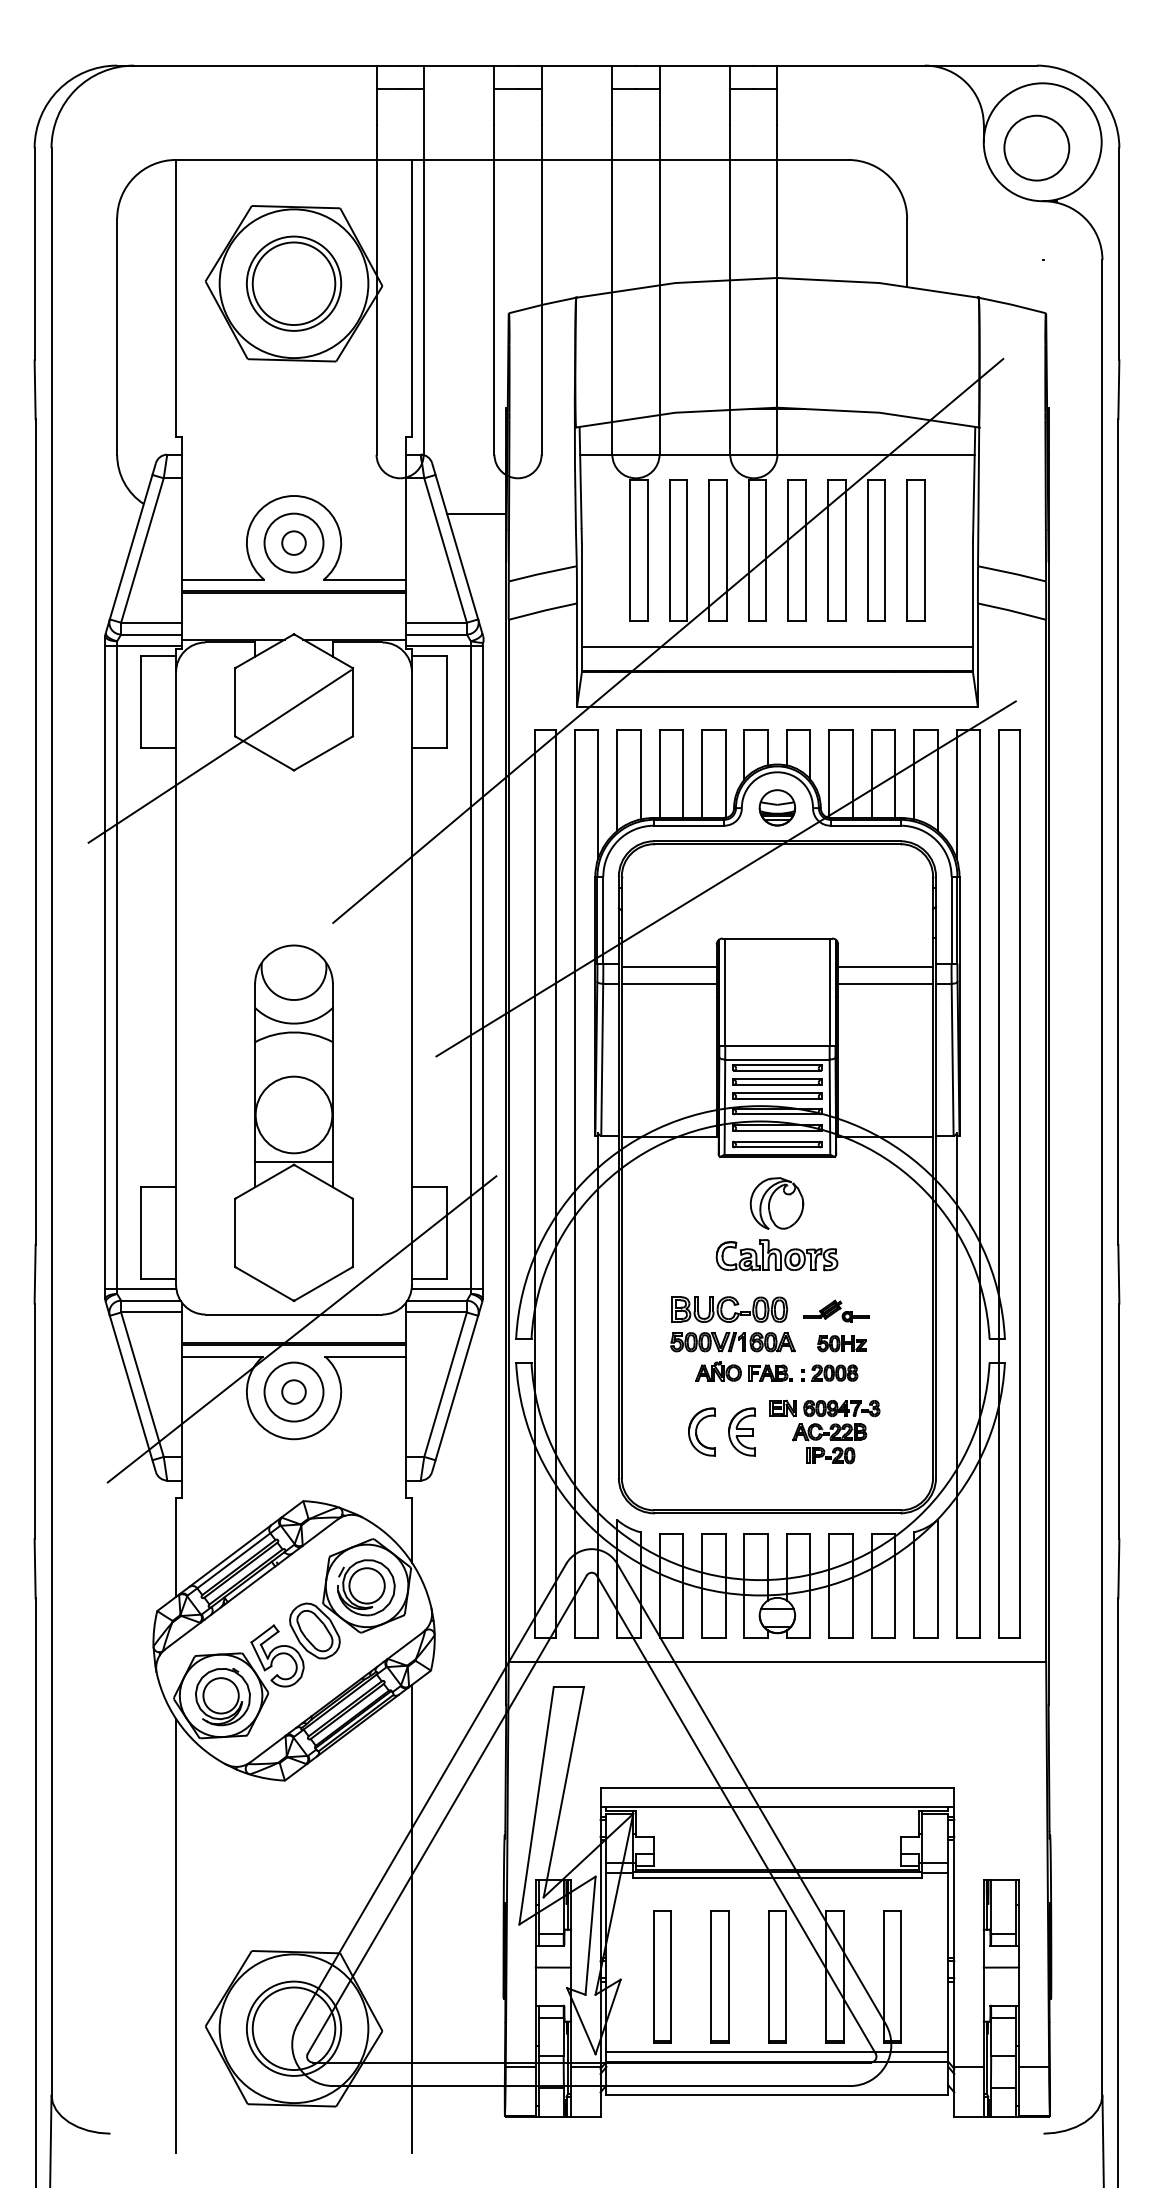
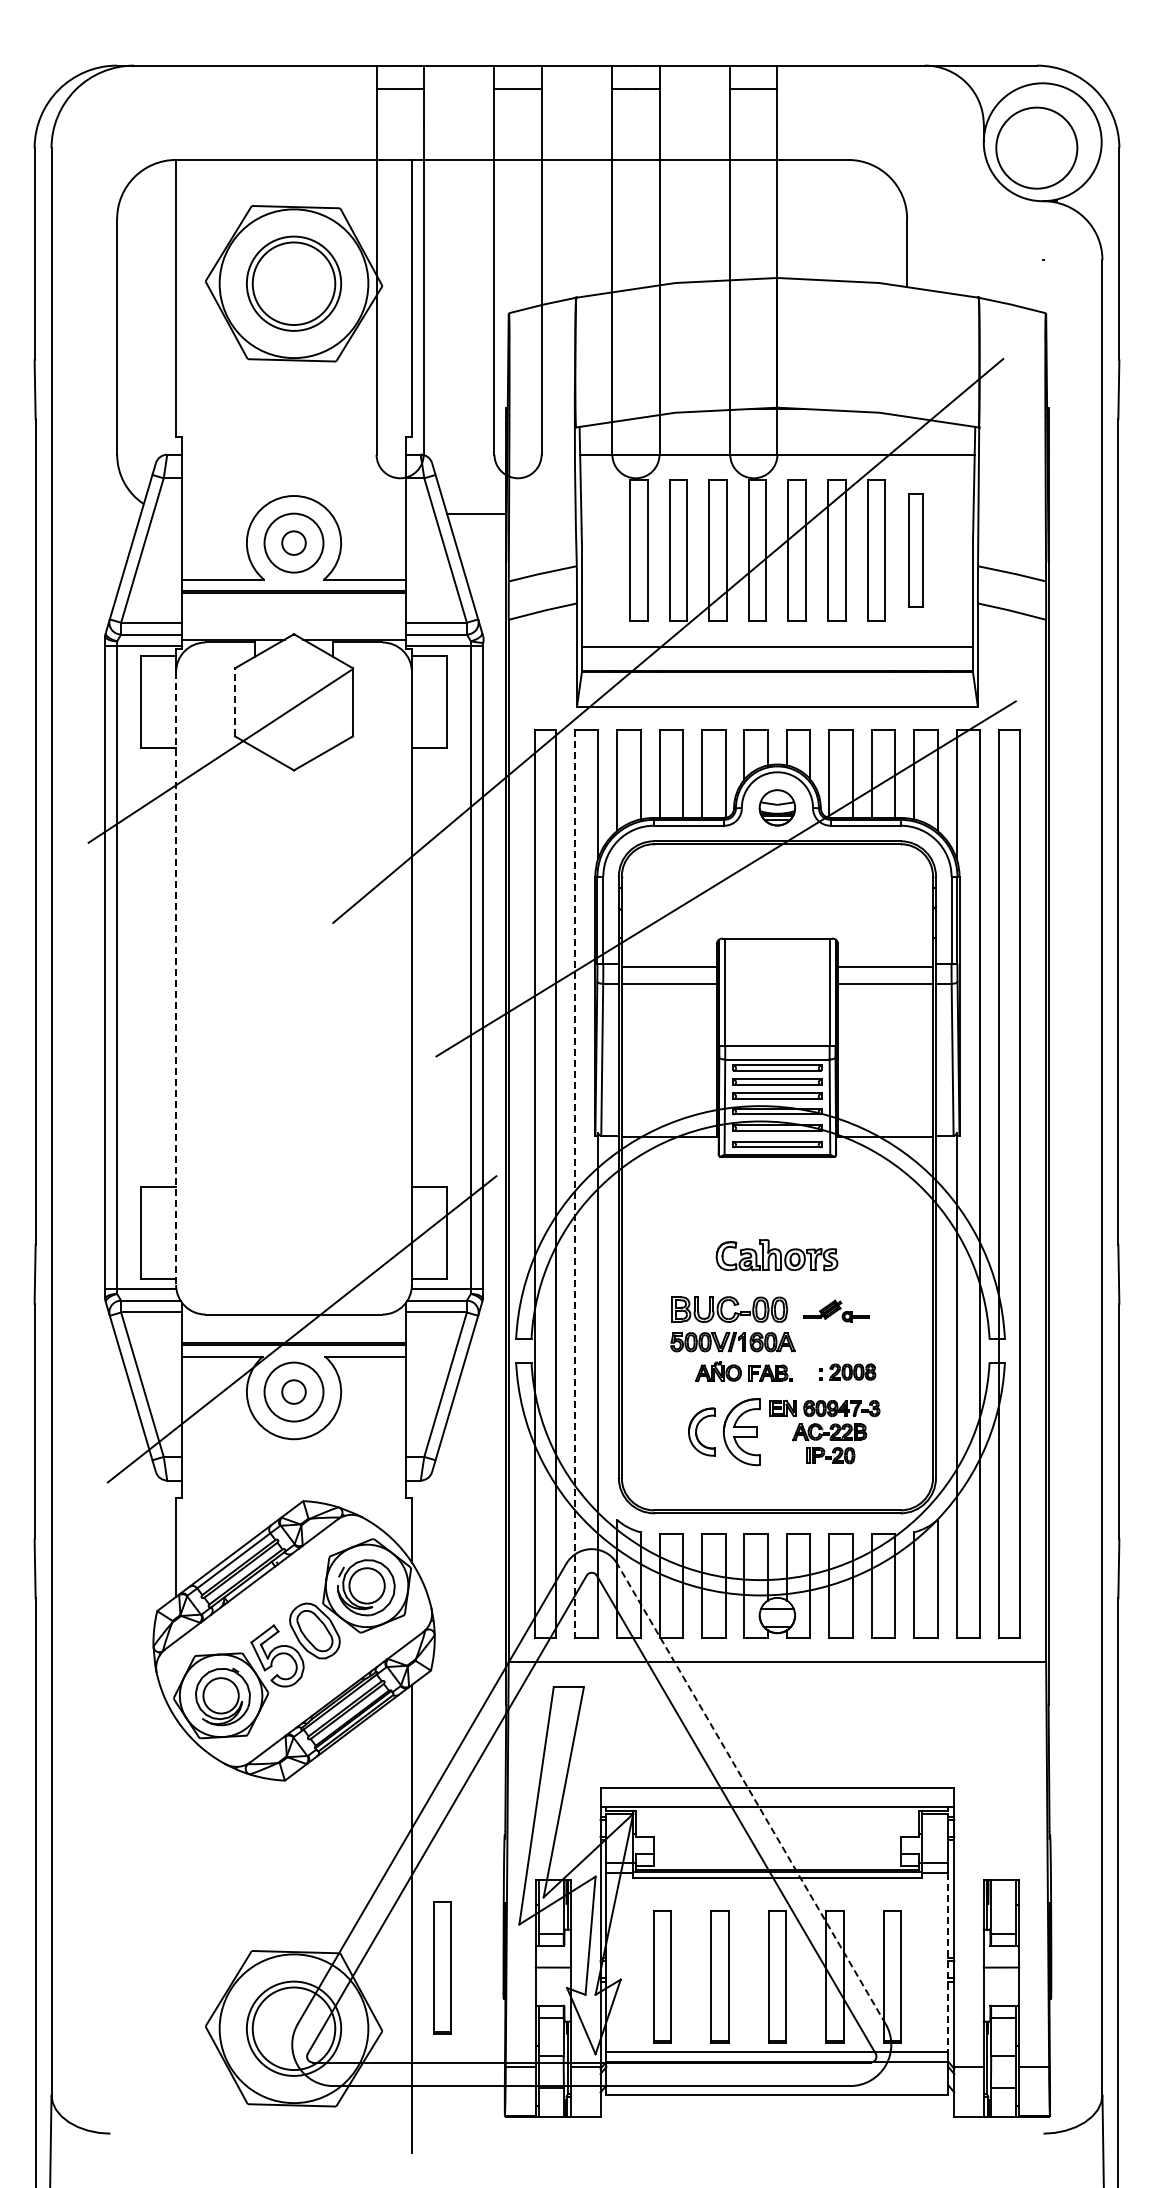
circle at (1036, 147) diameter: 65 px -> 81 px
part at (915, 550) size: 20x143 px -> 16x115 px
line at (235, 701): solid -> dashed
line at (176, 978): solid -> dashed
part at (293, 1122): present -> none
line at (574, 1184): solid -> dashed
part at (776, 1203): present -> none
part at (841, 1343): present -> none
part at (829, 1372) position: (829, 1372) -> (847, 1371)
part at (741, 1431) size: 28x50 px -> 39x69 px
line at (751, 1793): solid -> dashed
line at (176, 1935): present -> none
line at (948, 1962): solid -> dashed
part at (442, 1967): none -> present
